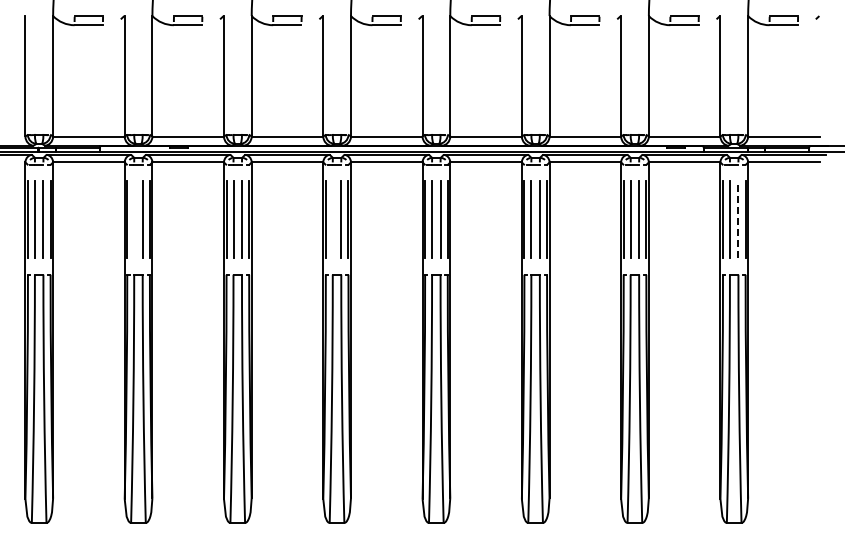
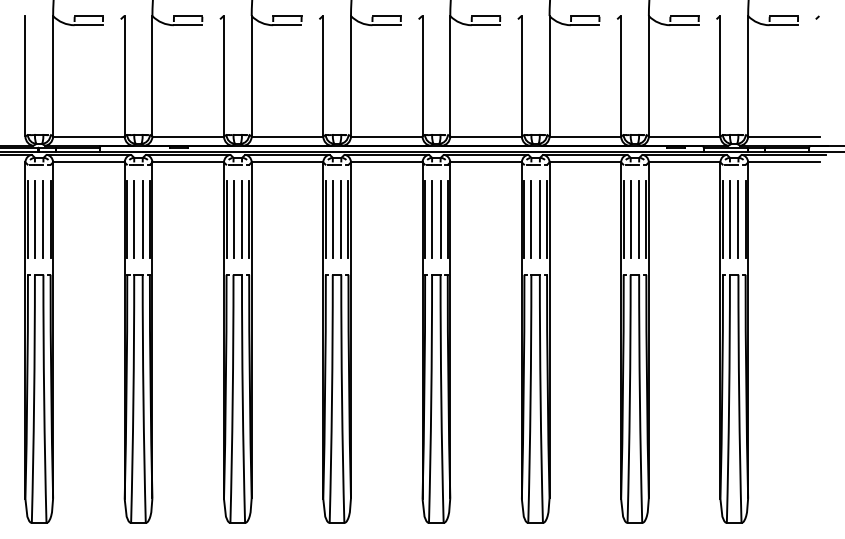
line at (134, 219): none -> present
line at (332, 219): none -> present
line at (738, 219): dashed -> solid
